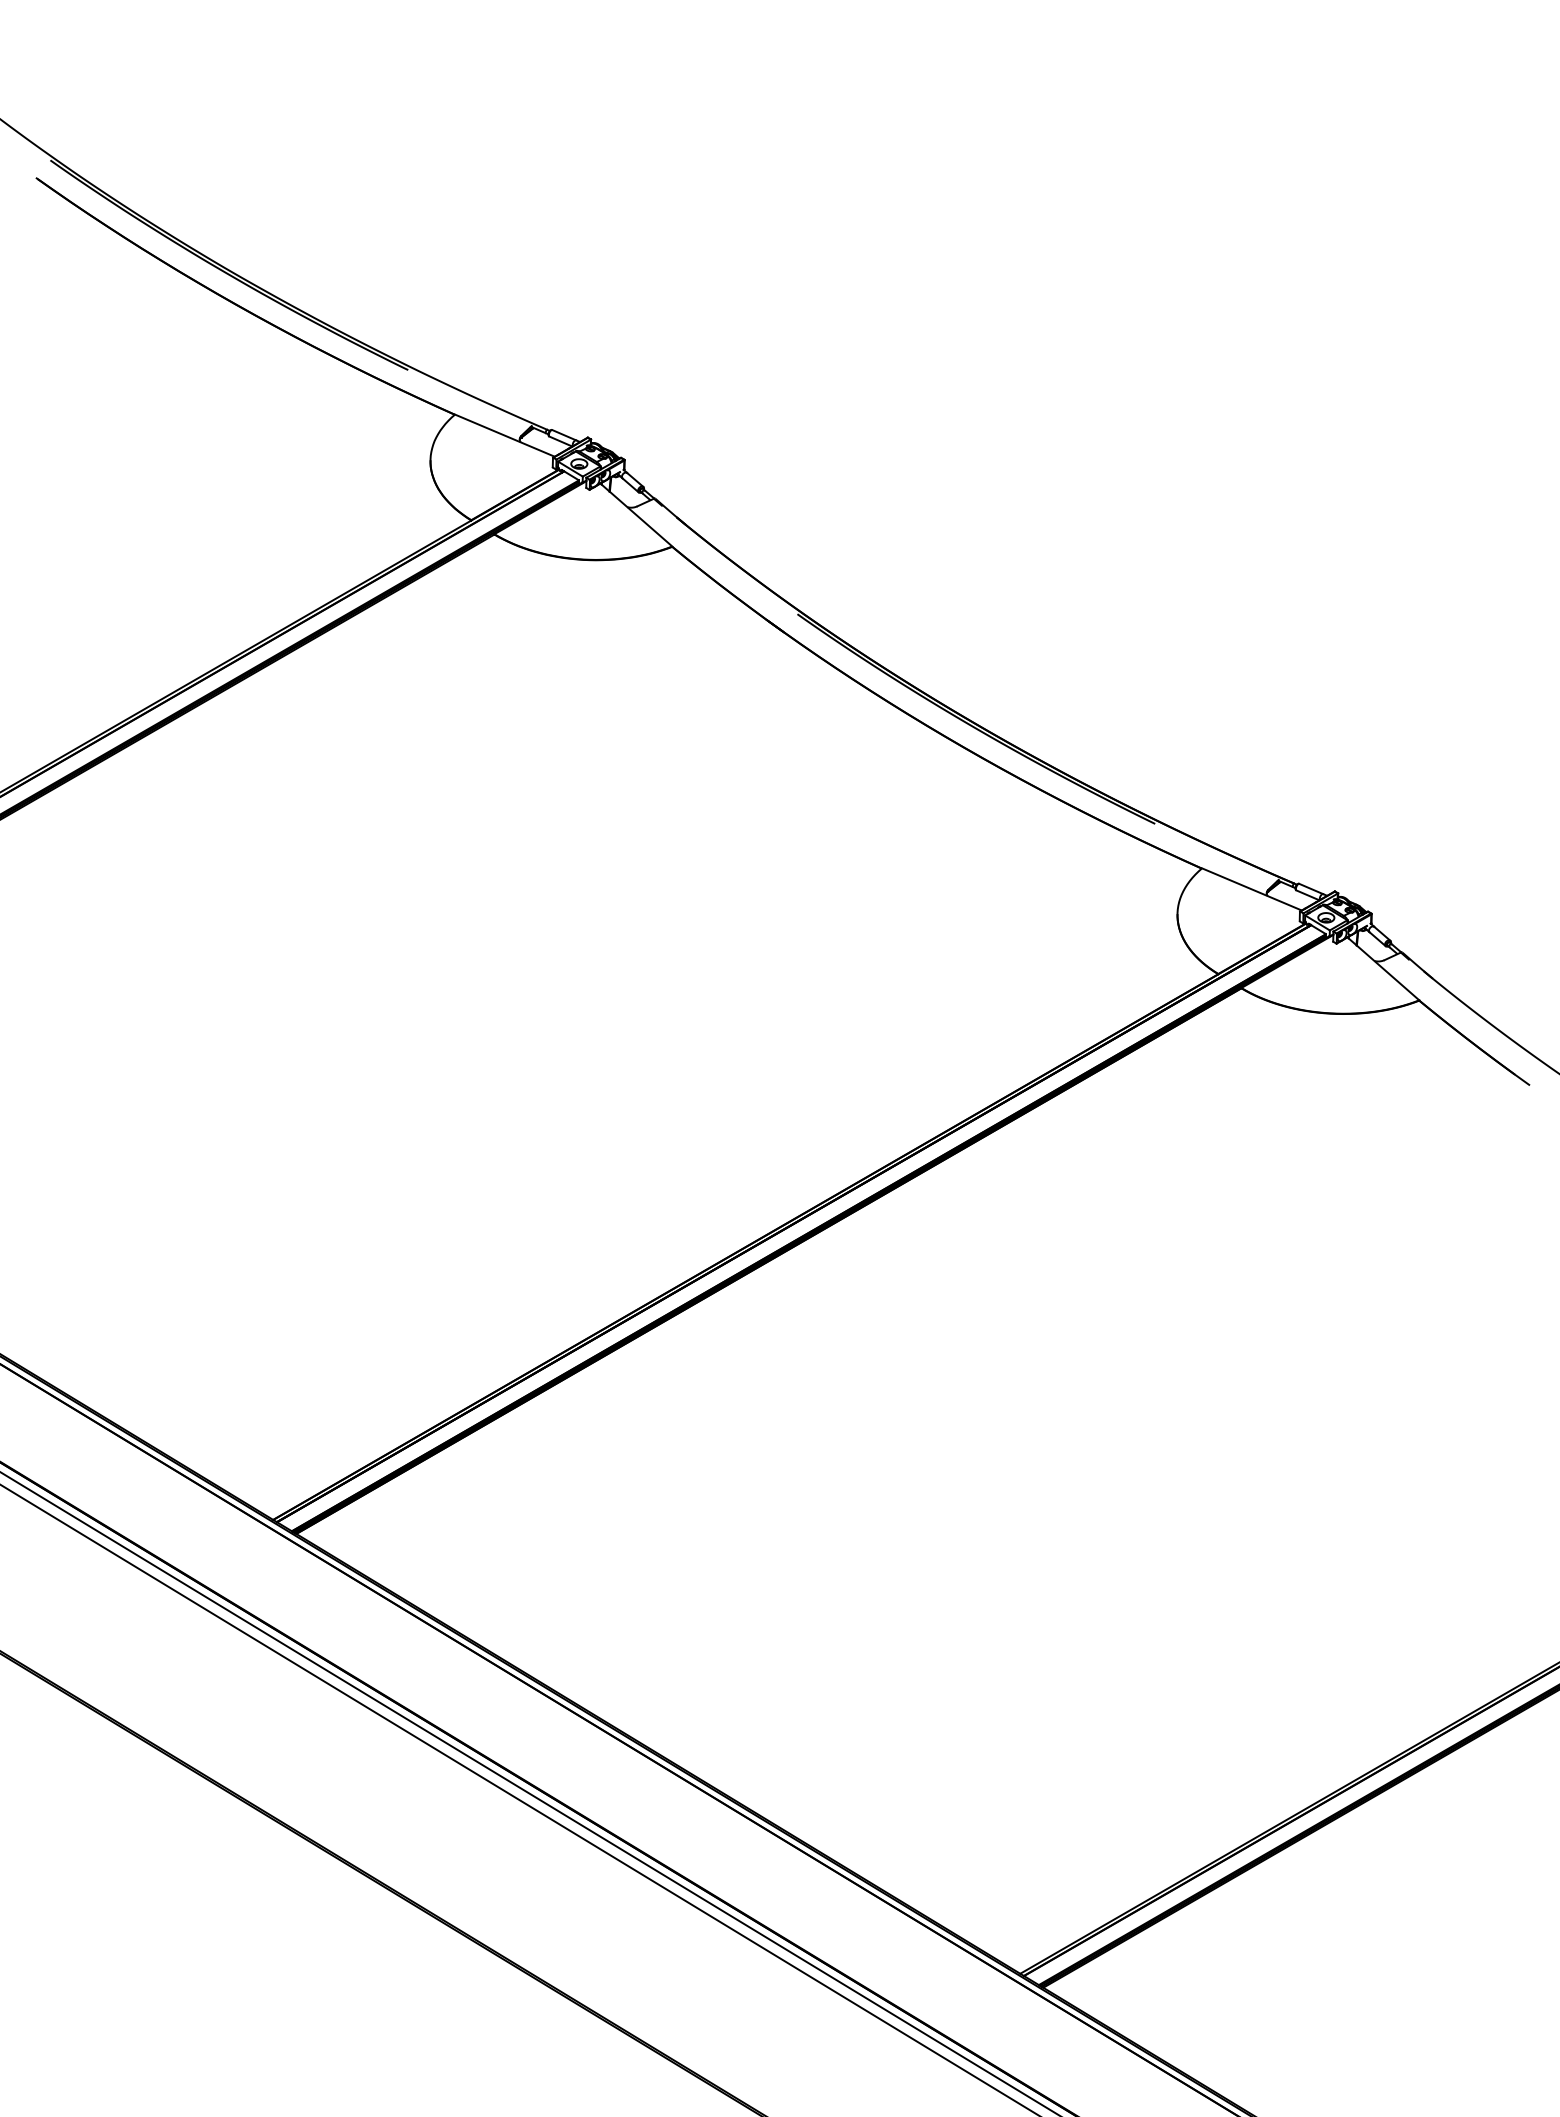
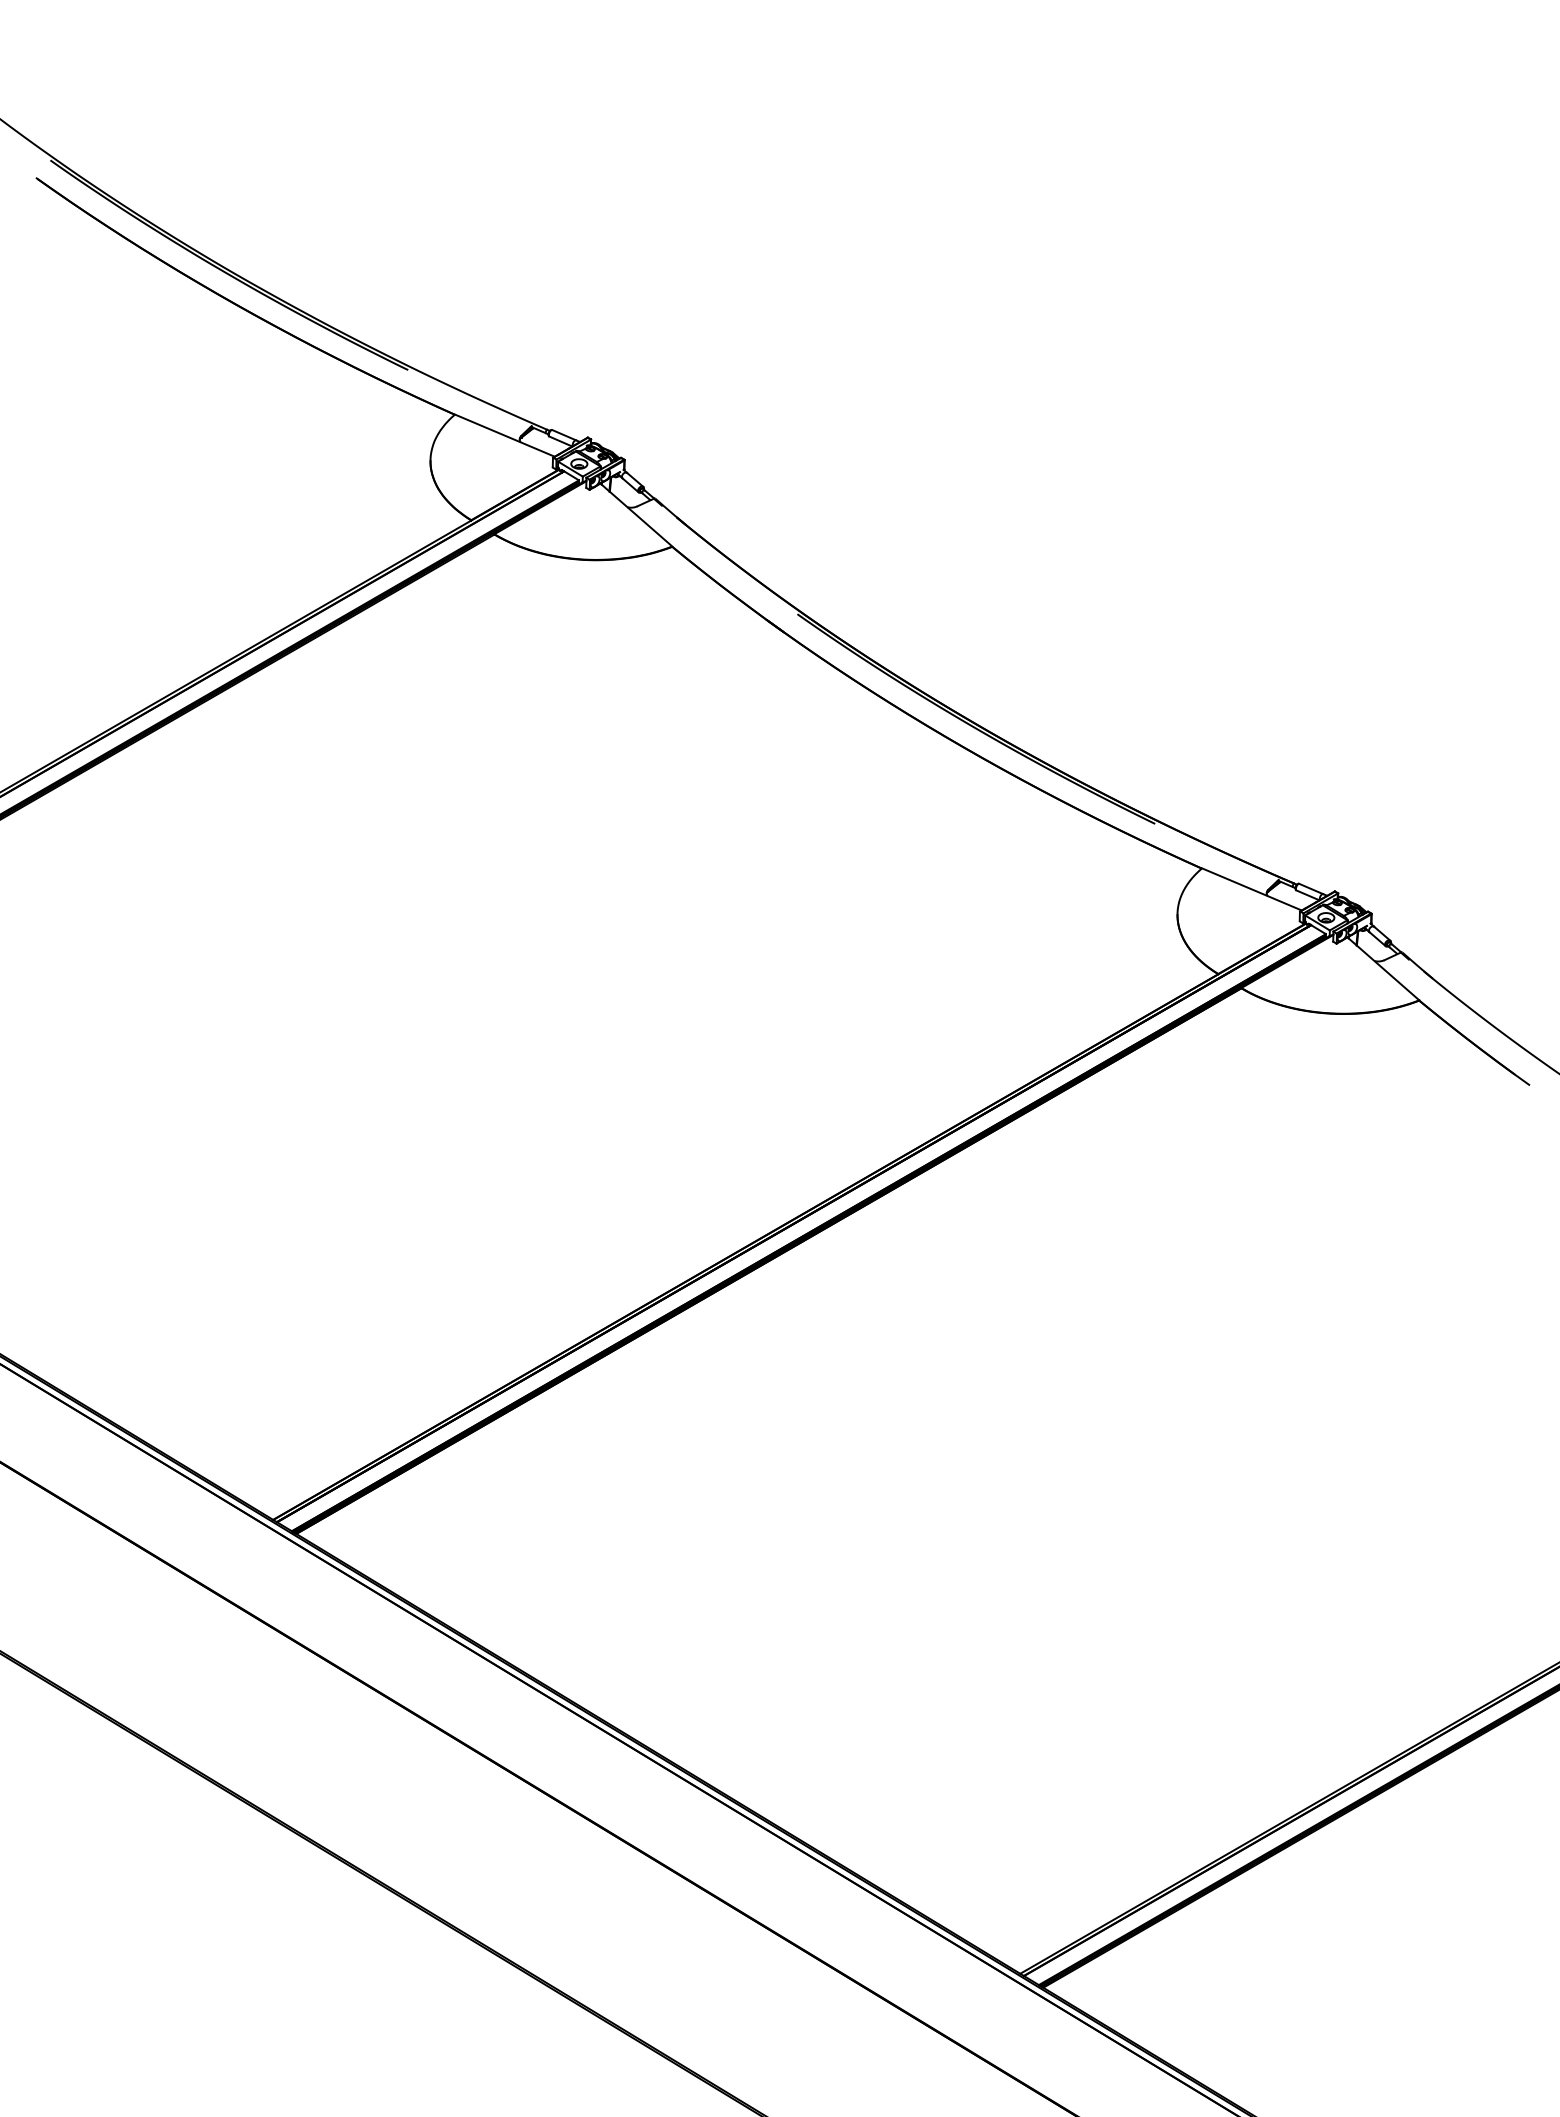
line at (529, 1793): present -> none
line at (519, 1799): present -> none
